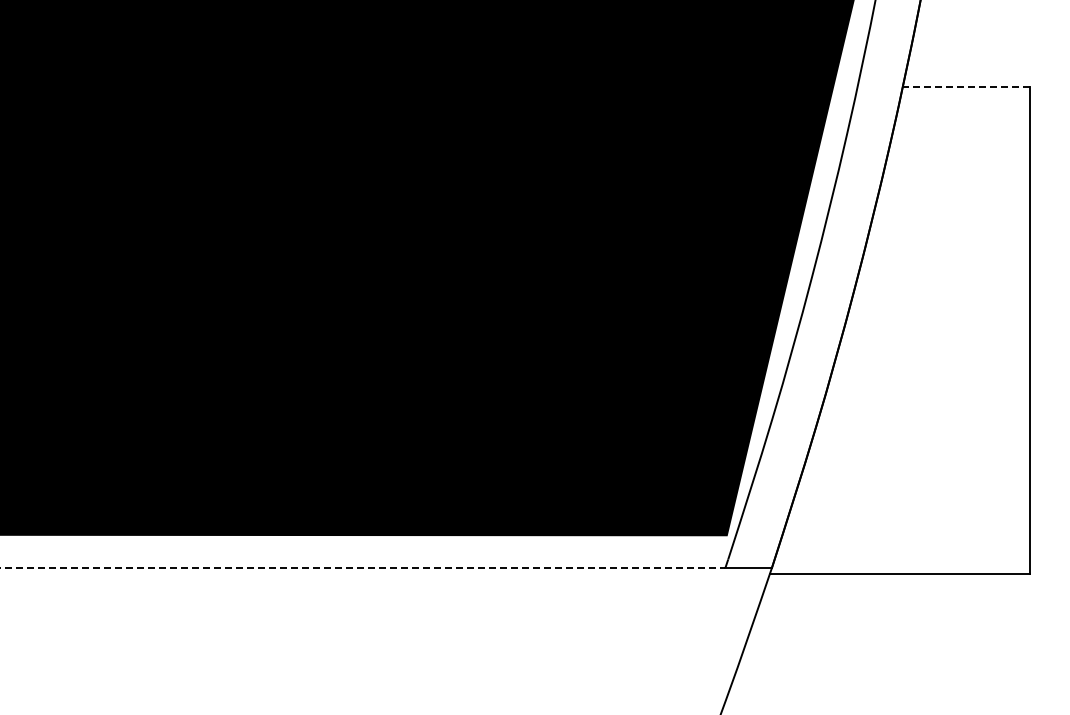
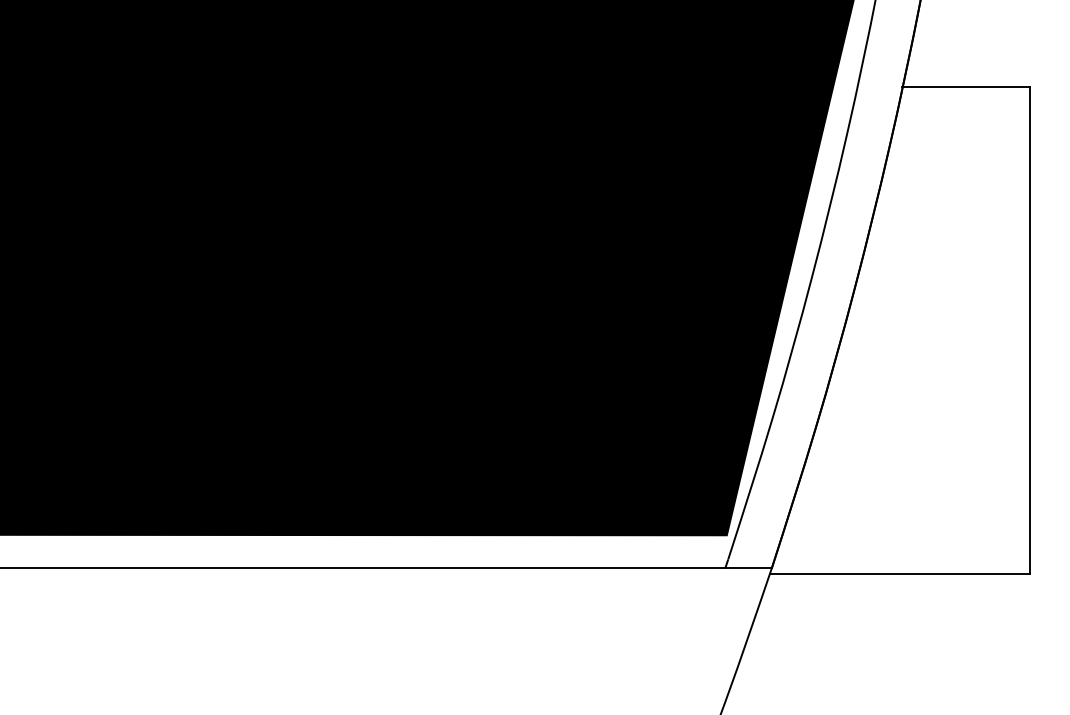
line at (965, 87): dashed -> solid
line at (363, 567): dashed -> solid
